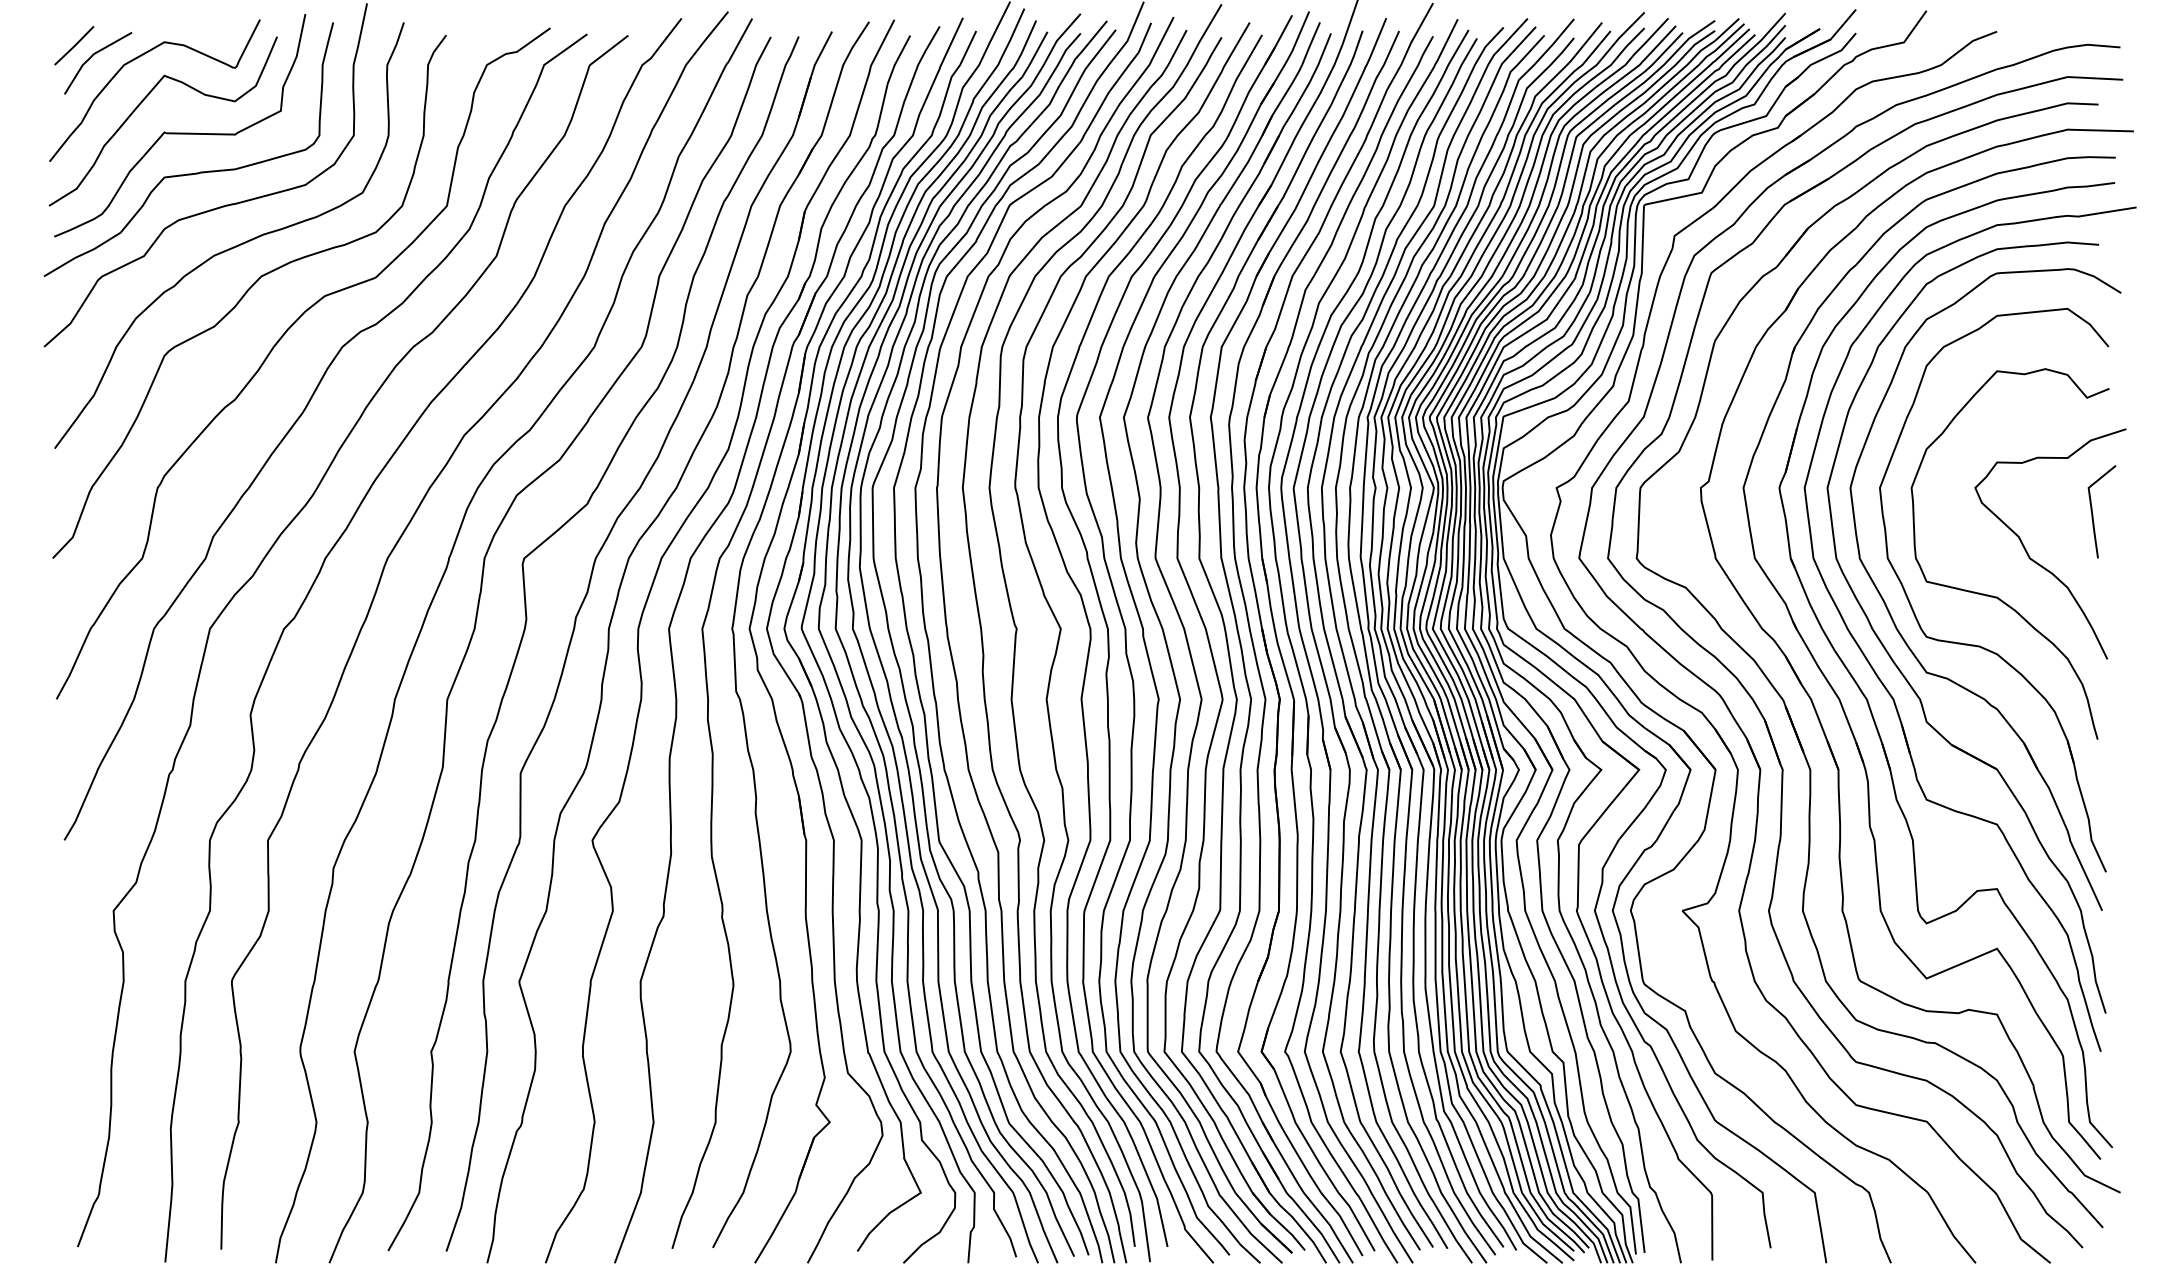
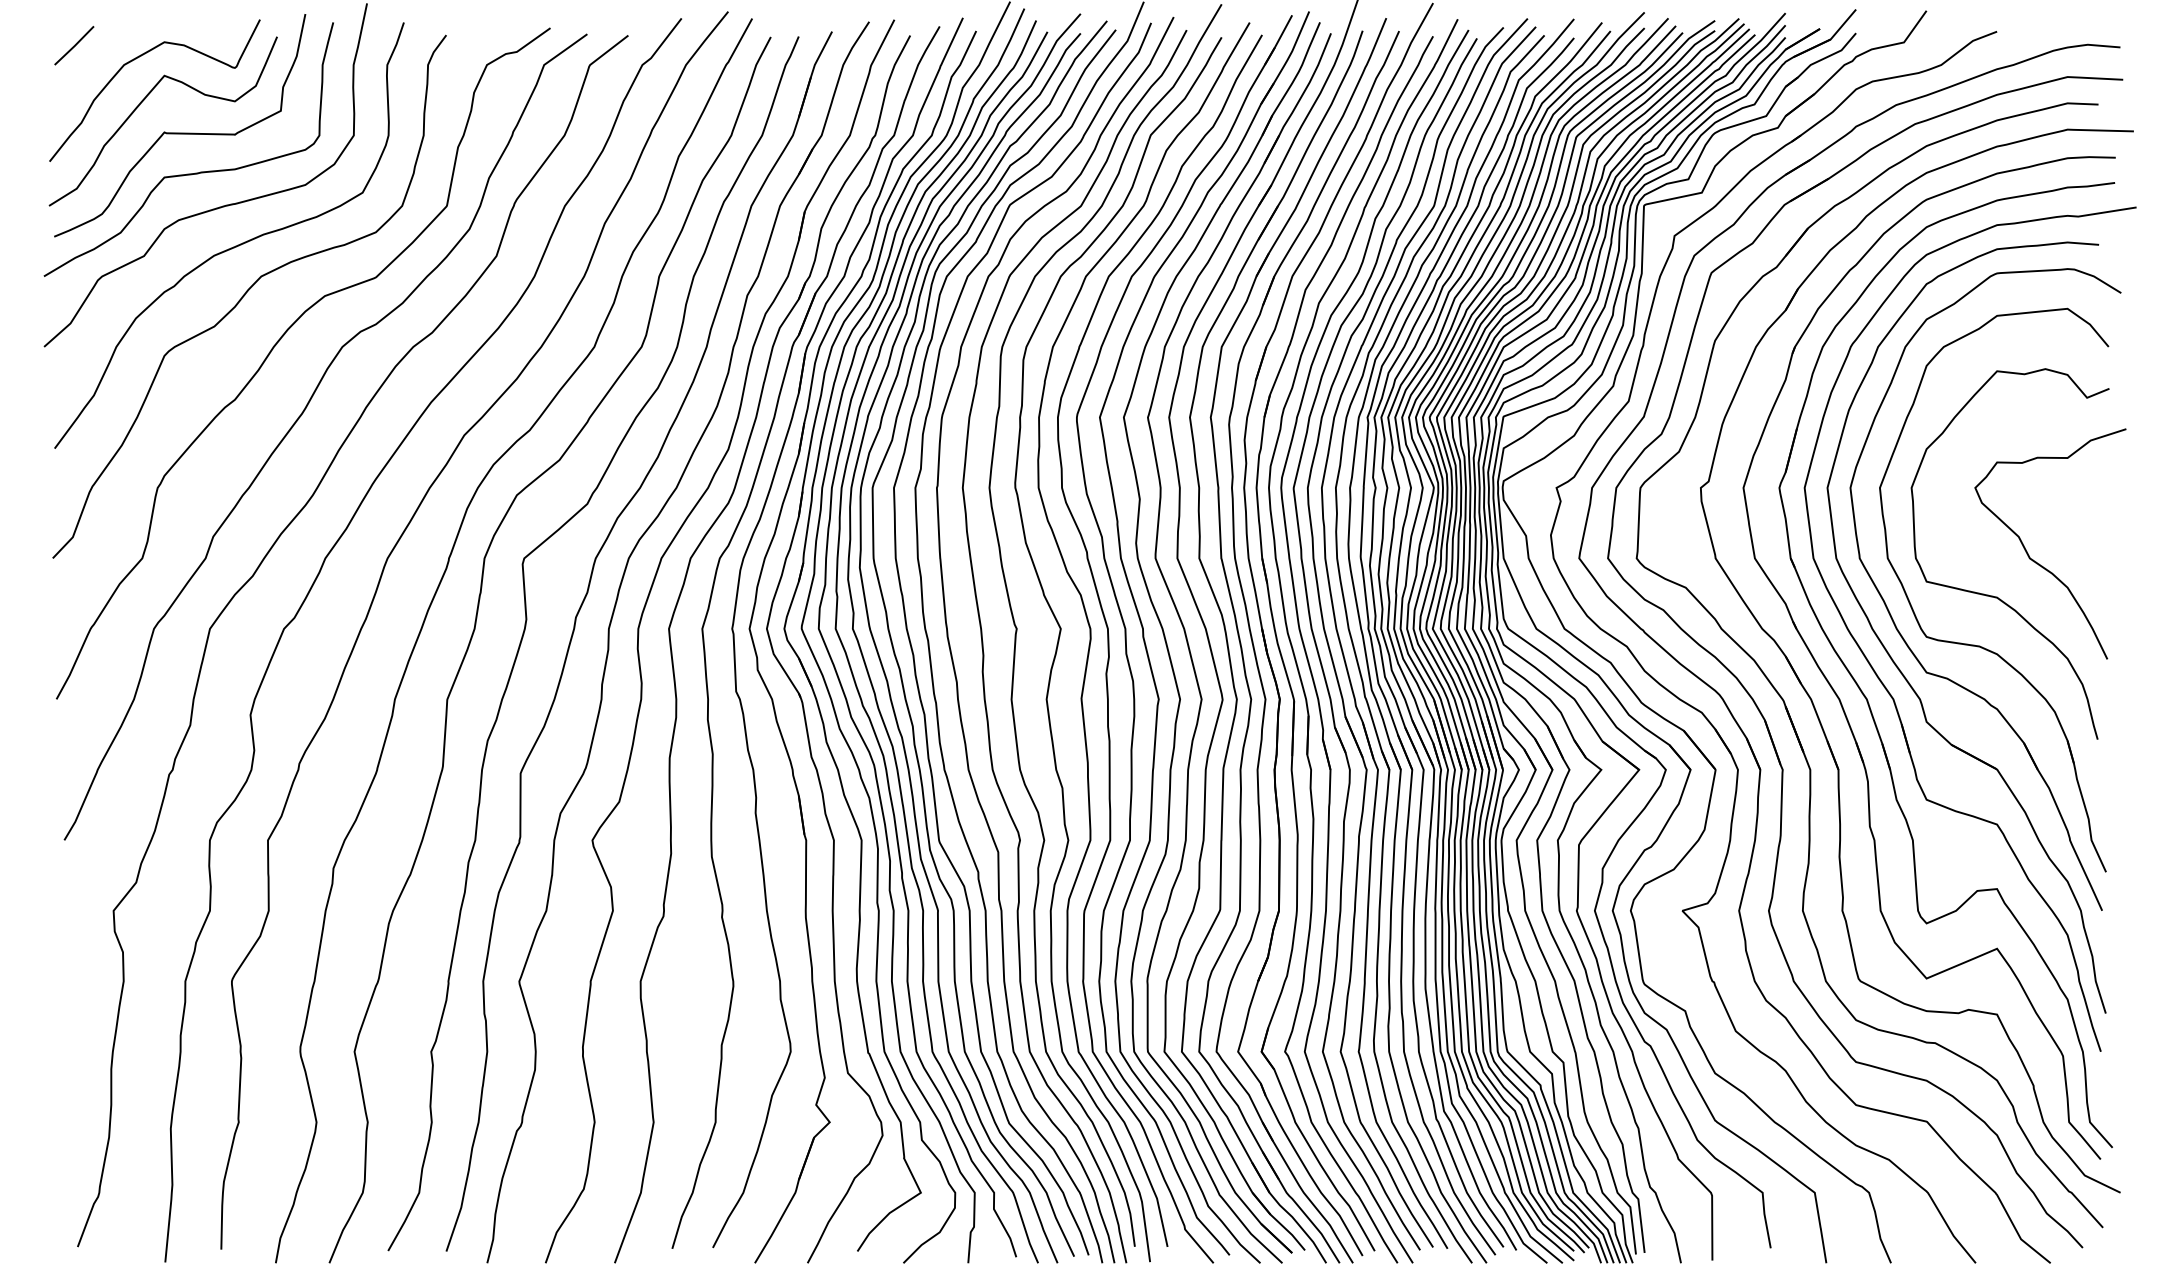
curve at (90, 59): present -> none
line at (2093, 514): present -> none
